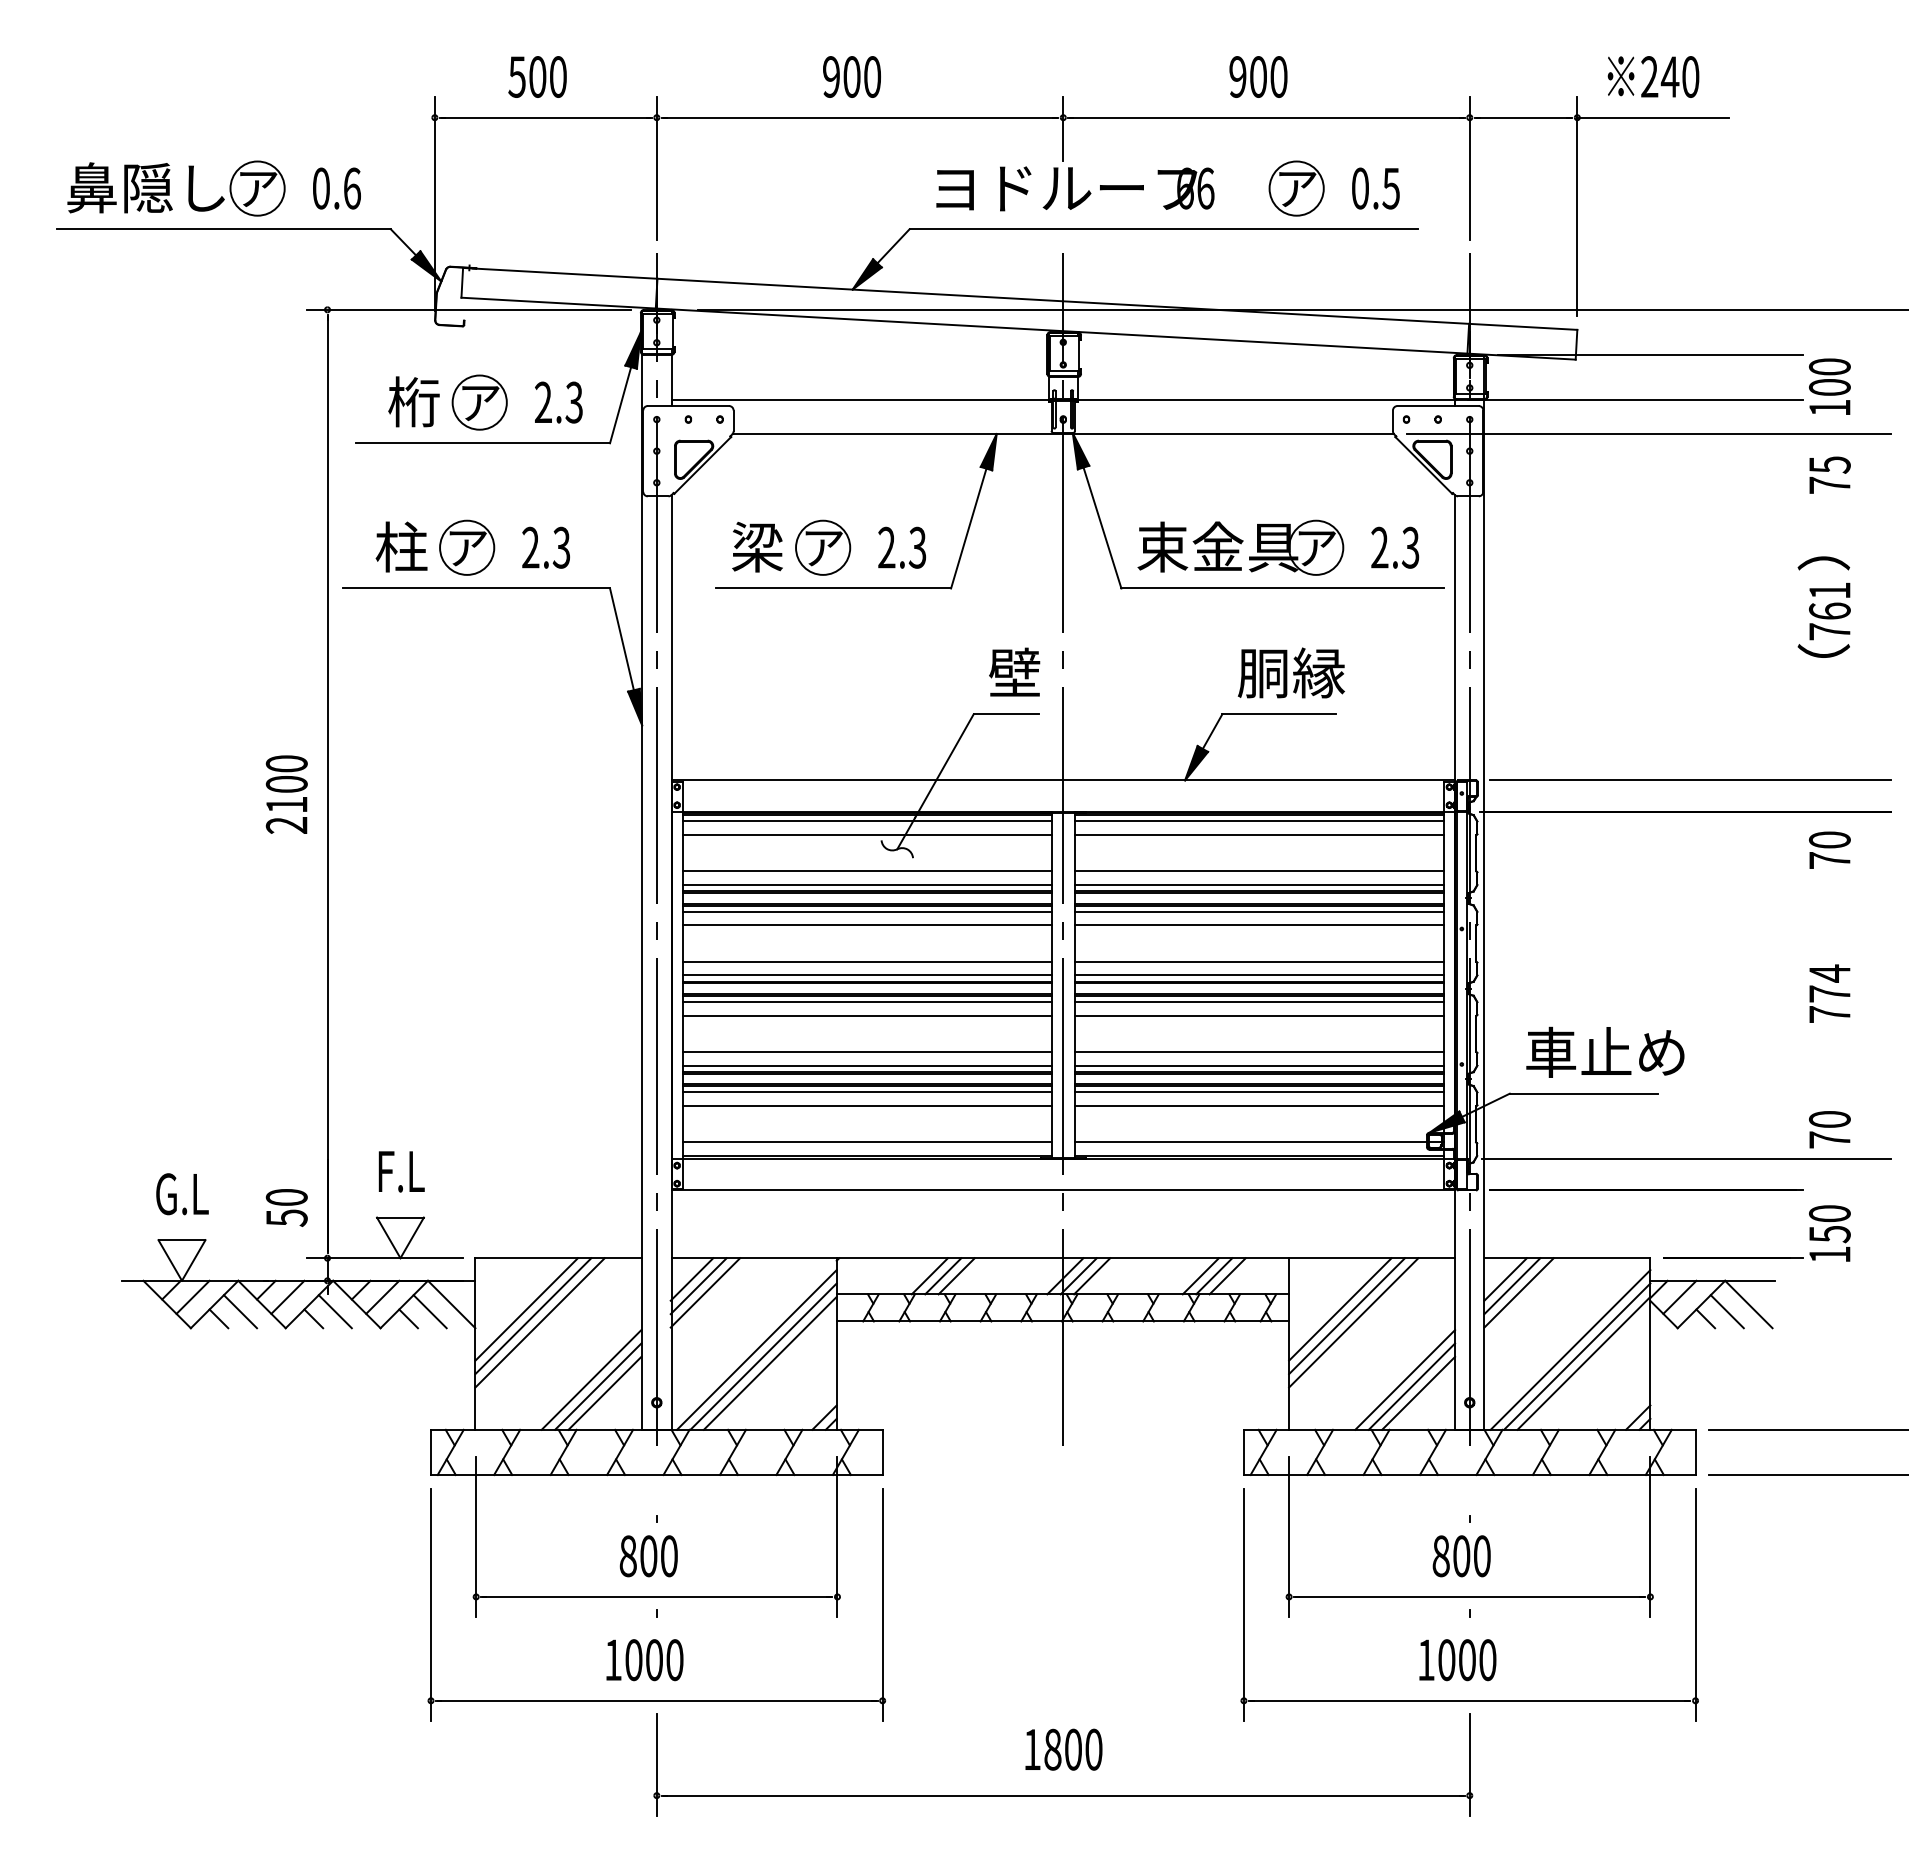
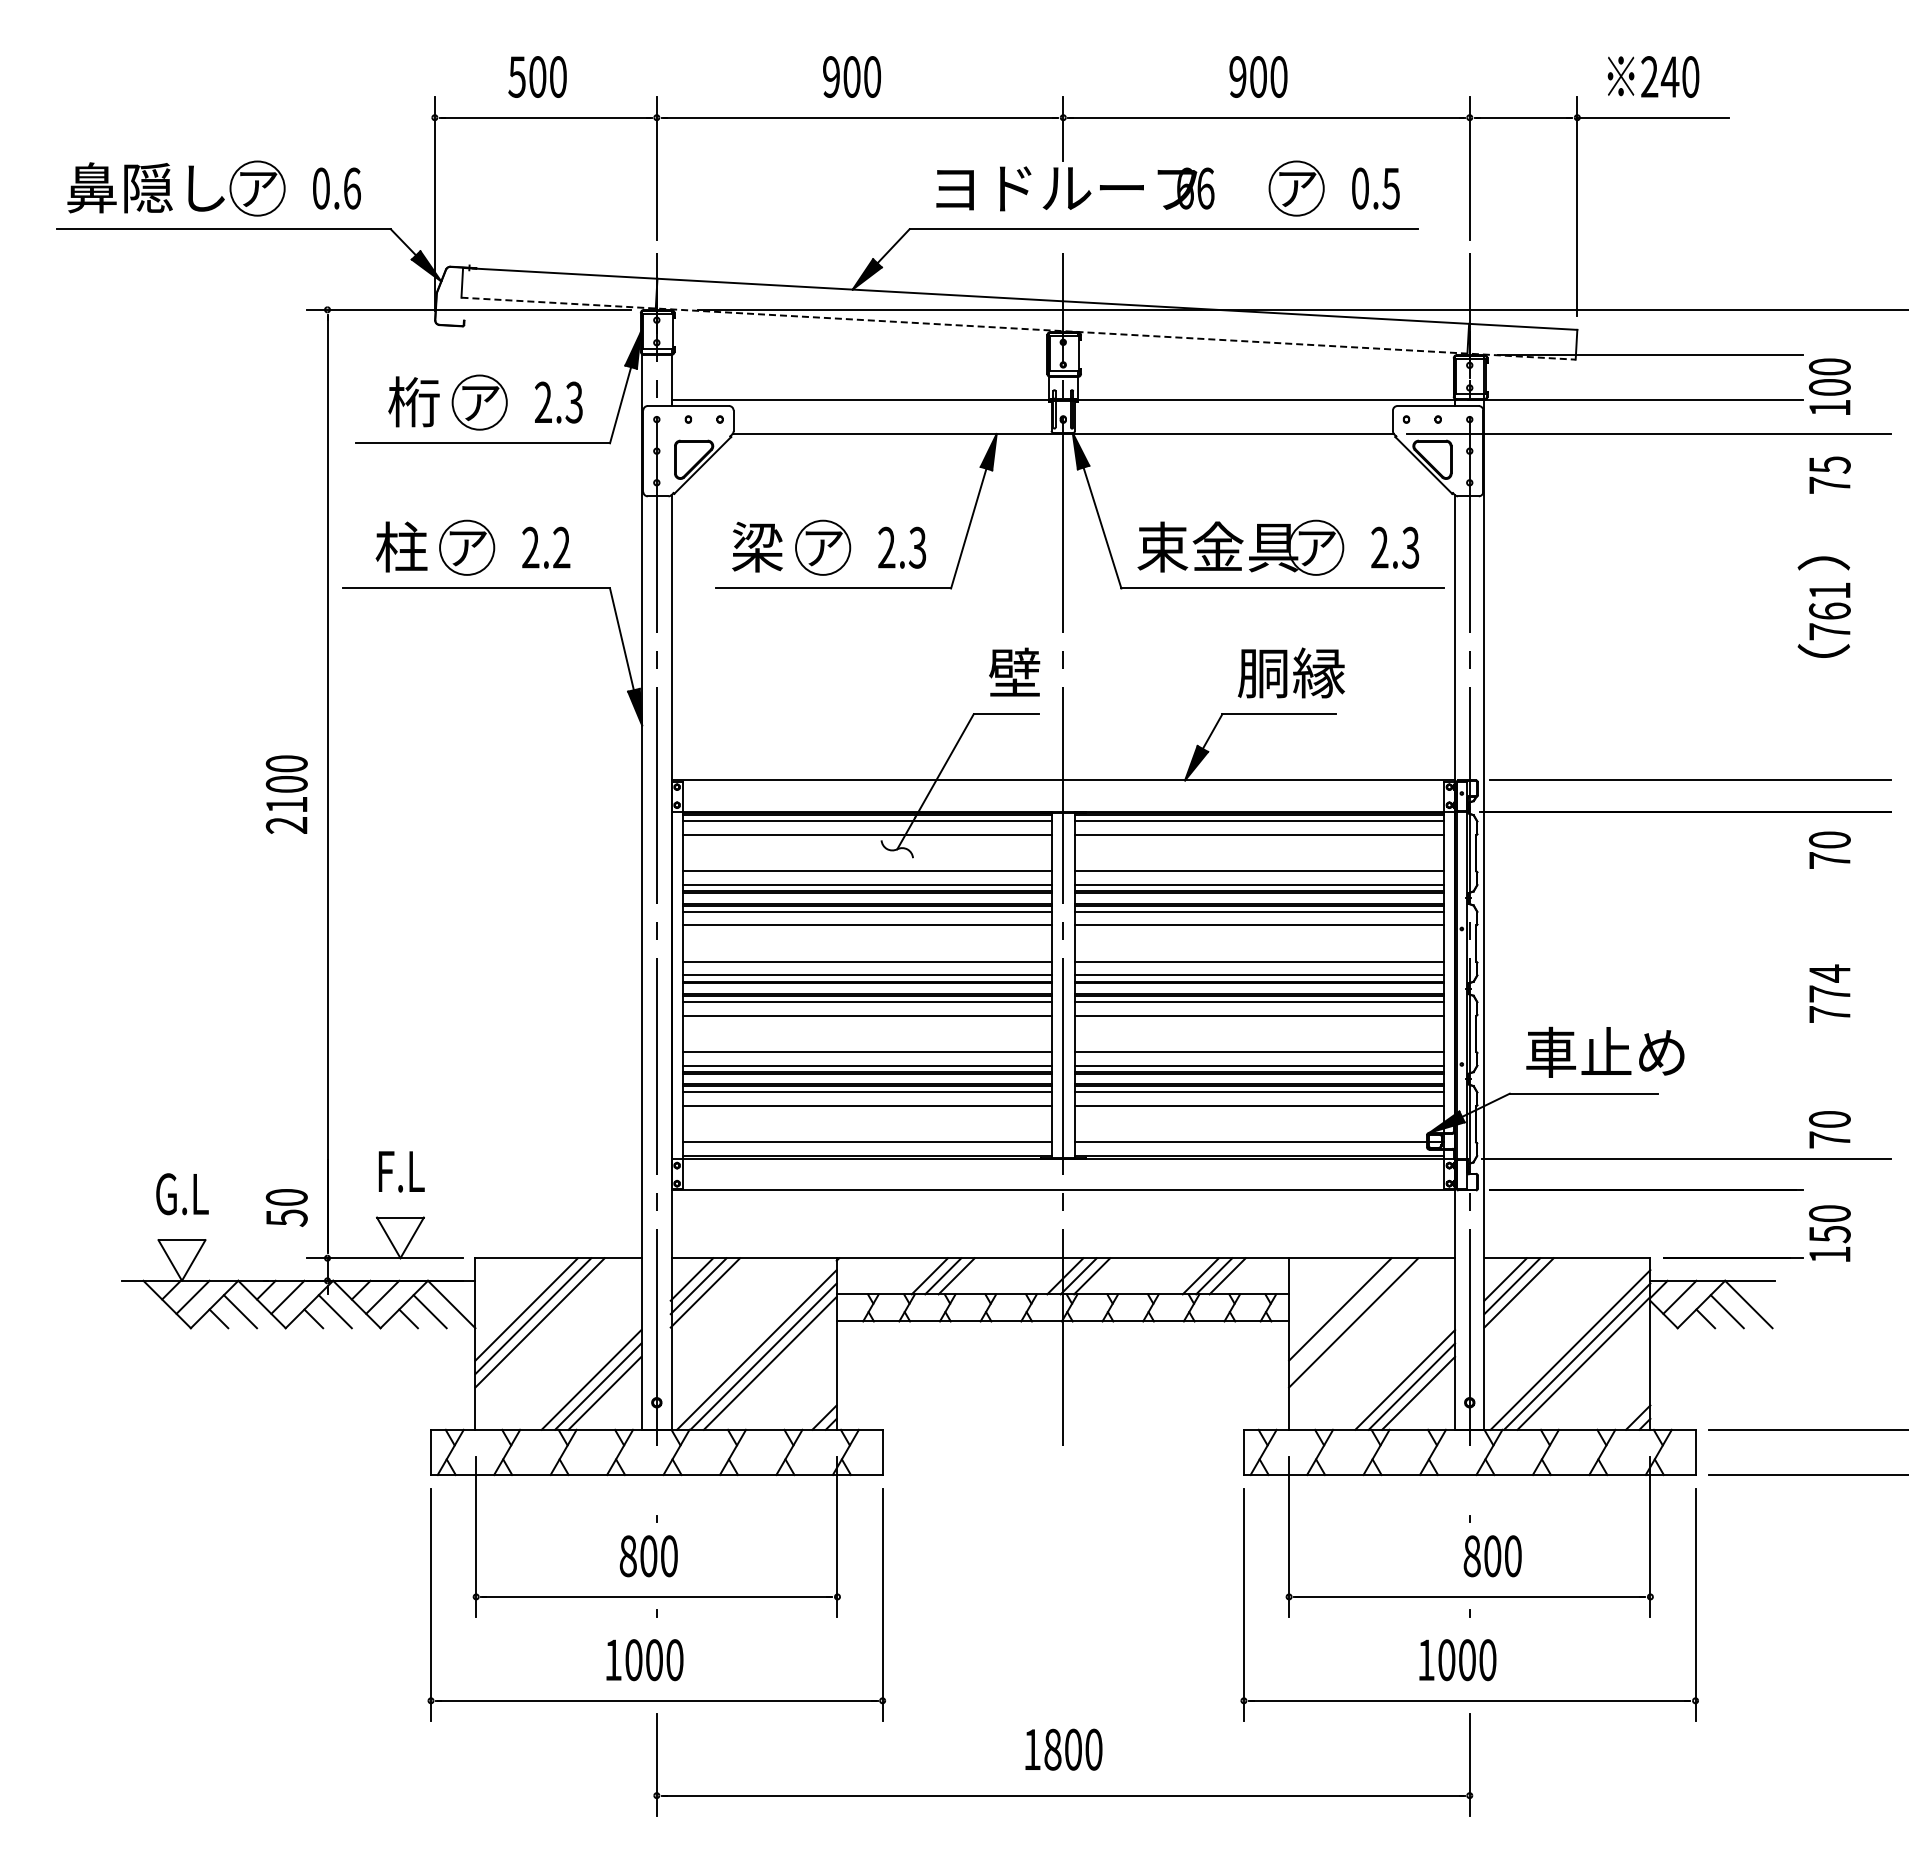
line at (1018, 328): solid -> dashed
text at (561, 547): 2.3 -> 2.2
line at (1346, 1316): present -> none
text at (1461, 1556) position: (1461, 1556) -> (1492, 1556)
